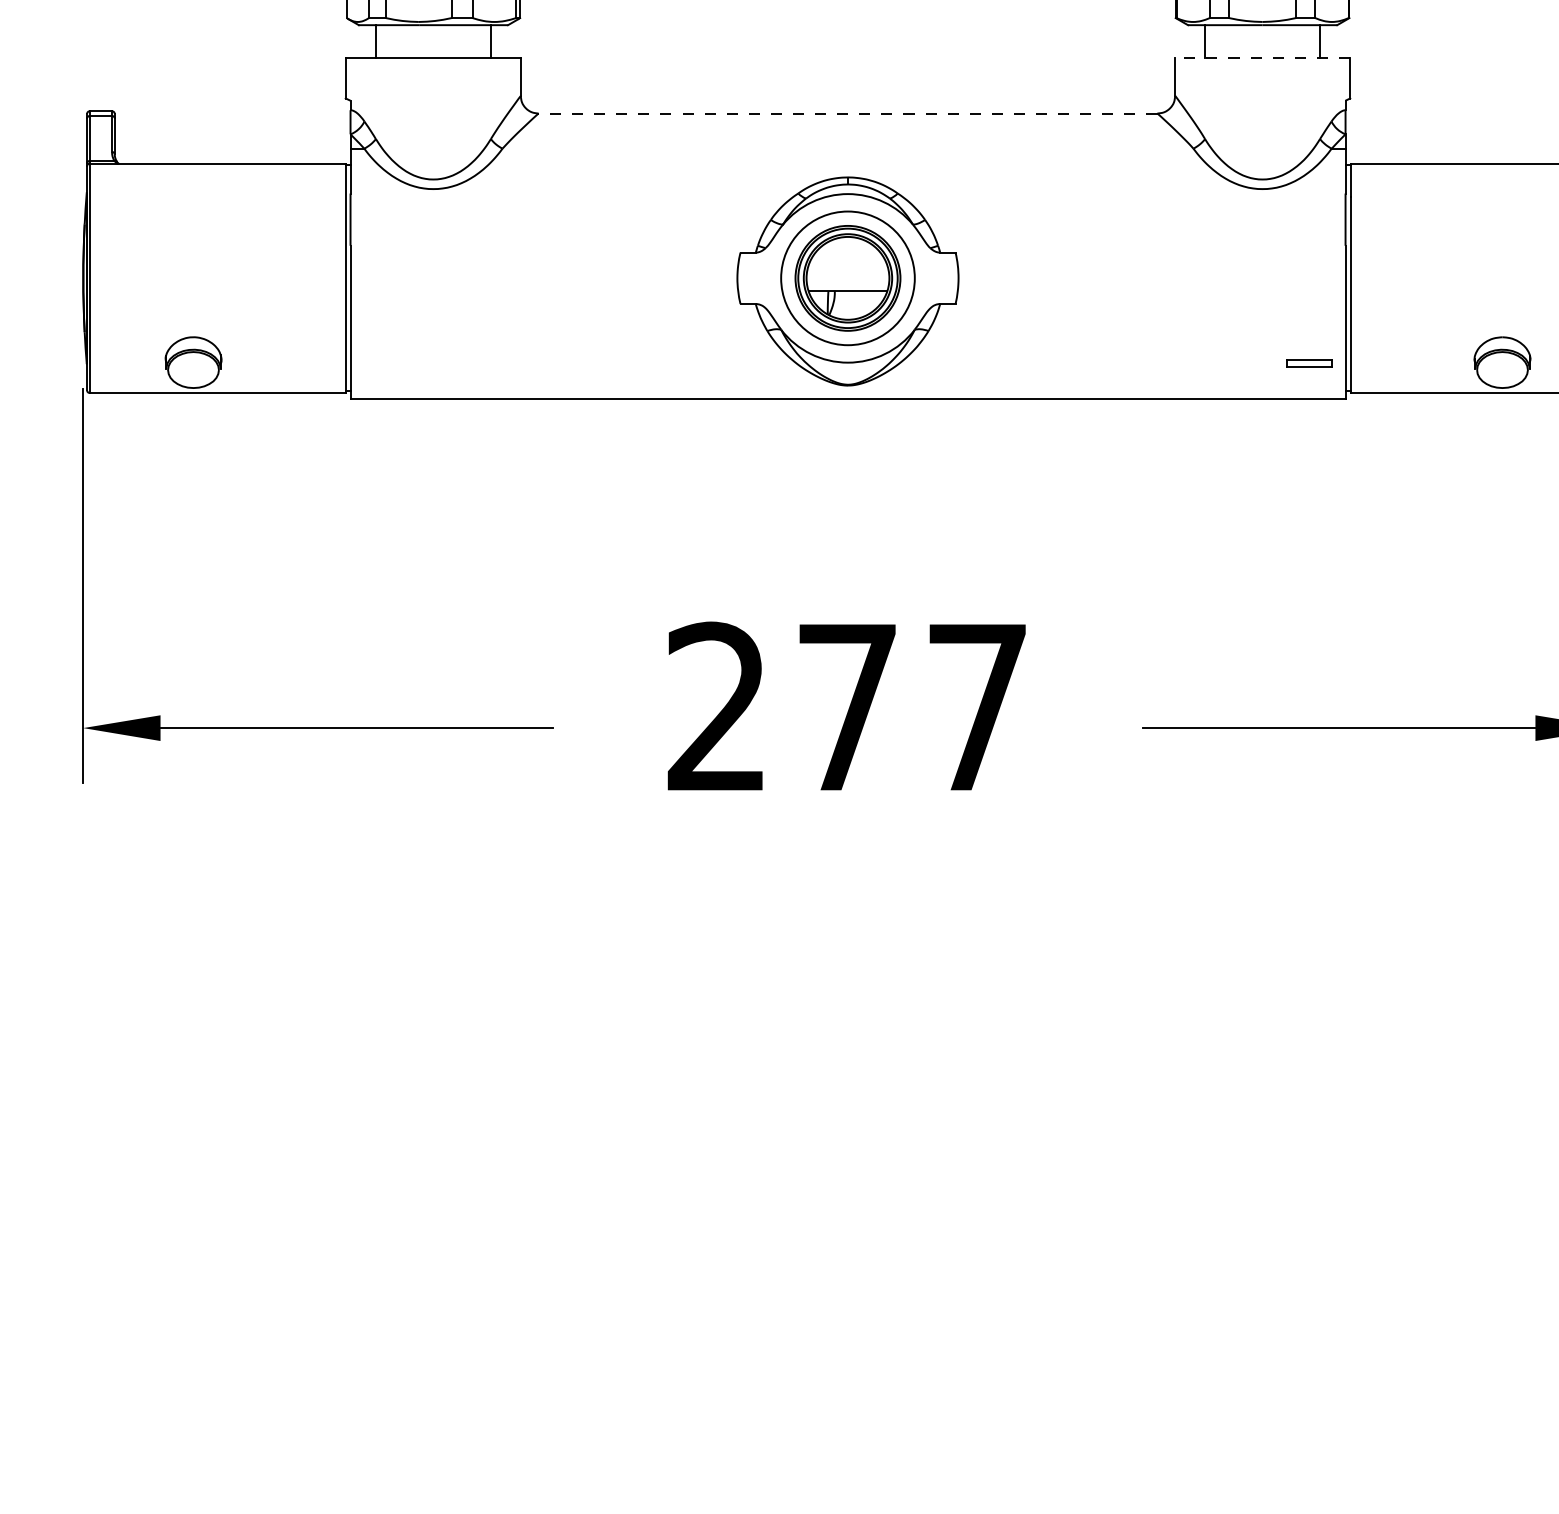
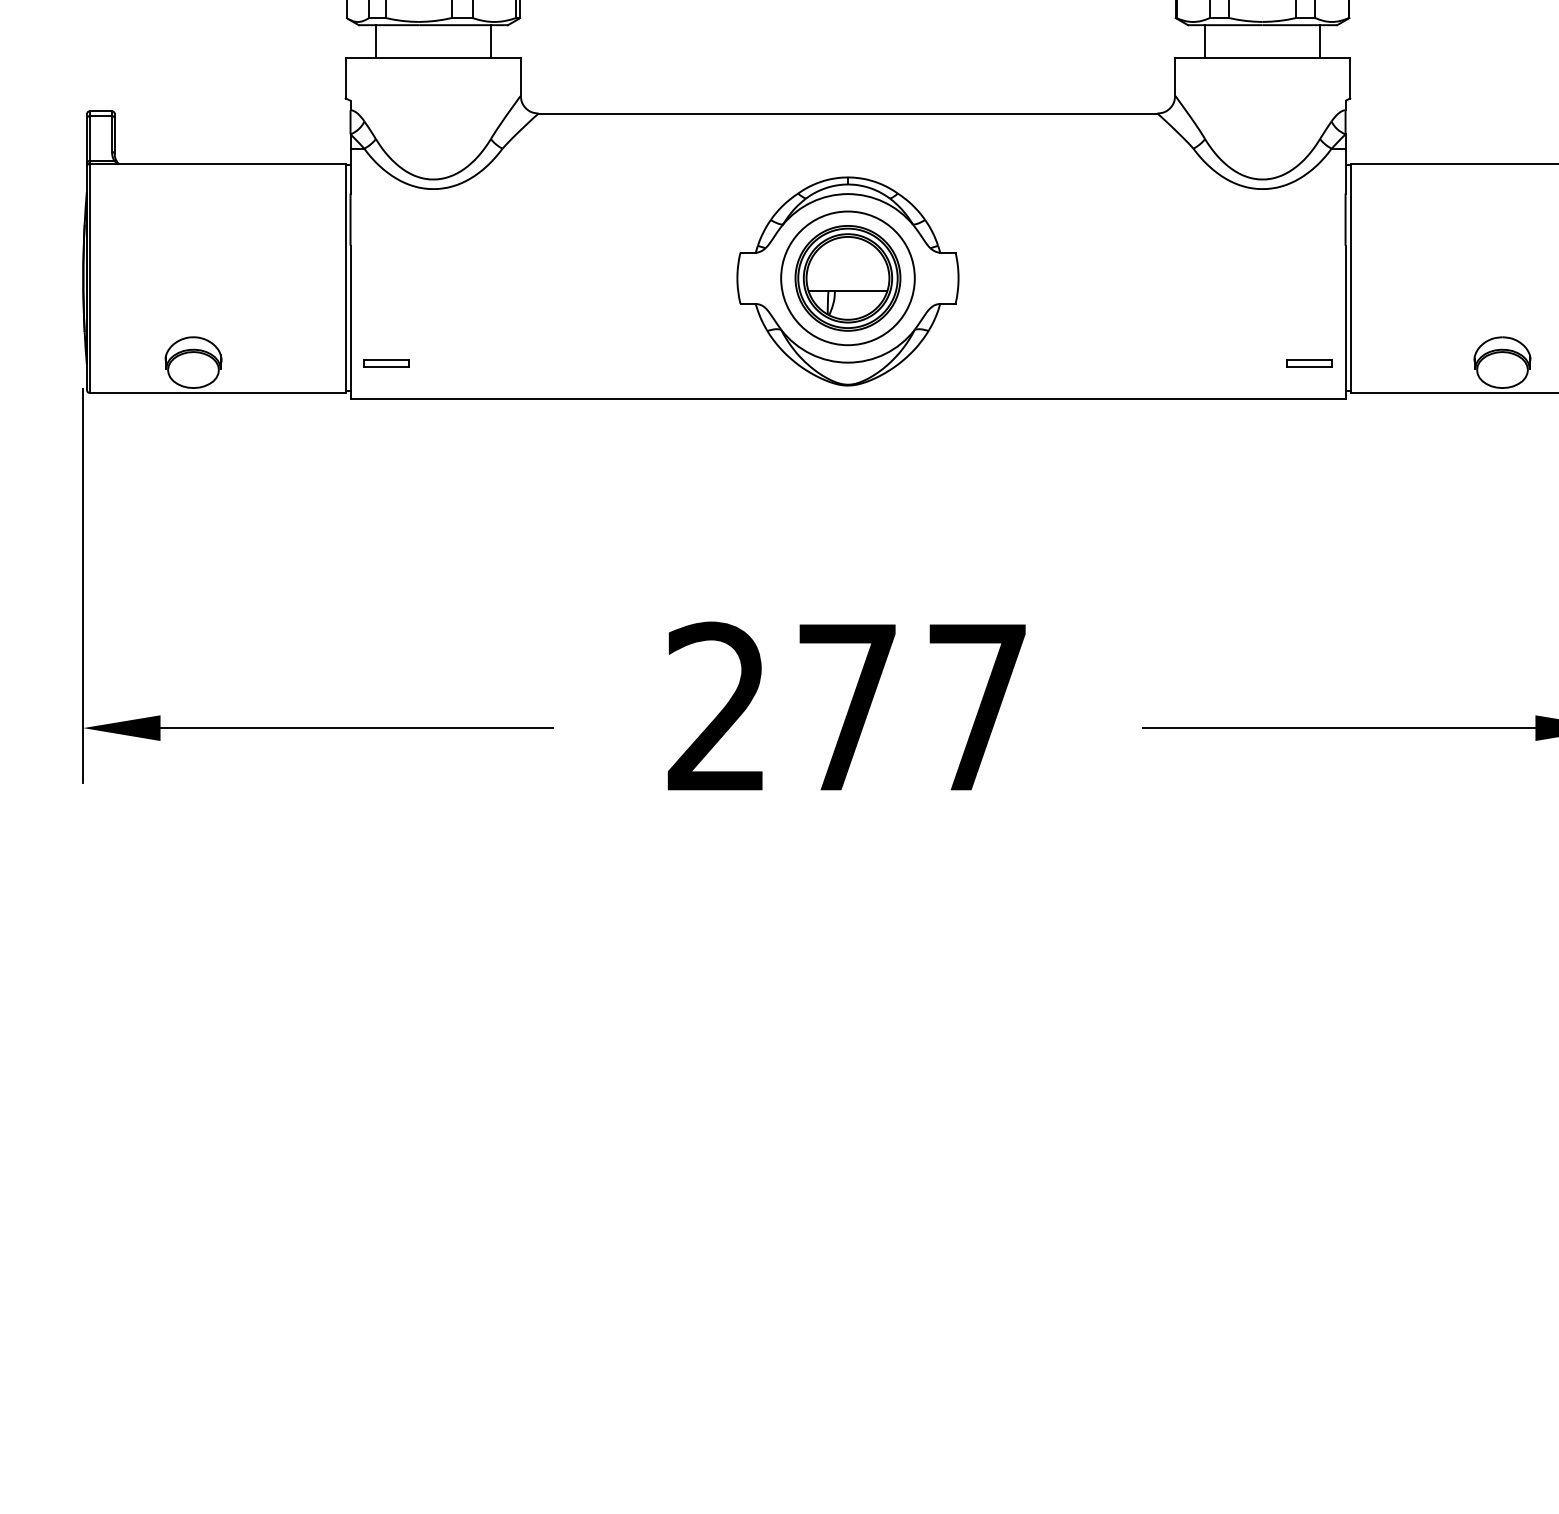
line at (1262, 57): dashed -> solid
line at (847, 113): dashed -> solid
part at (386, 363): none -> present
